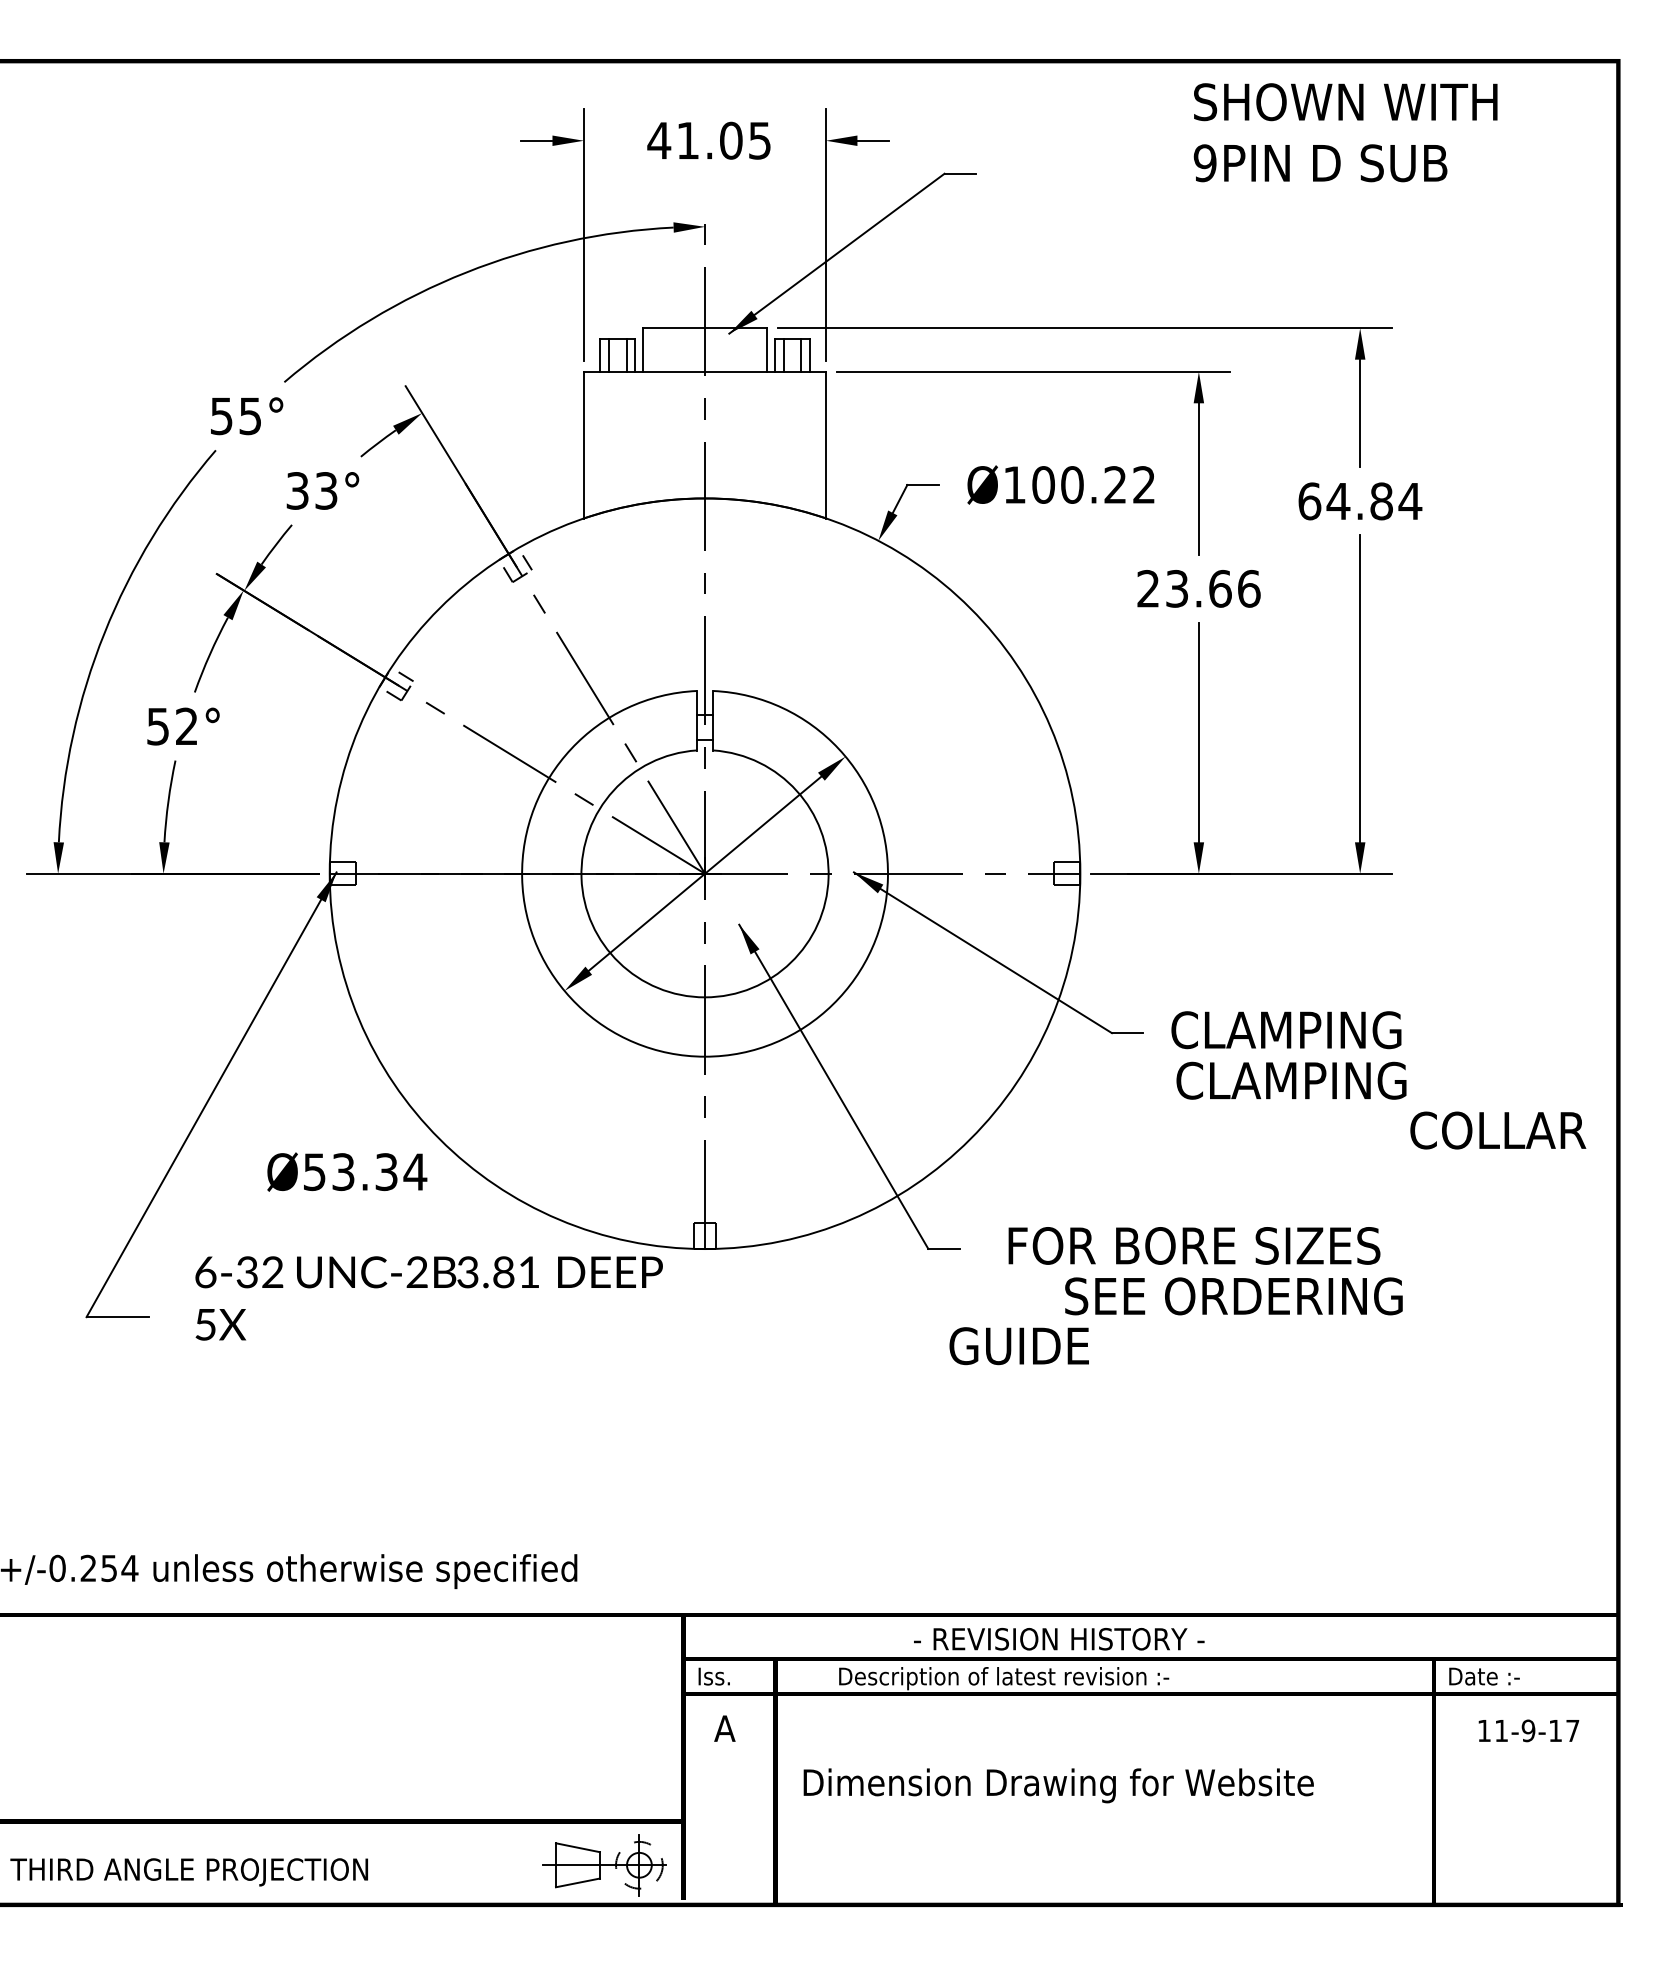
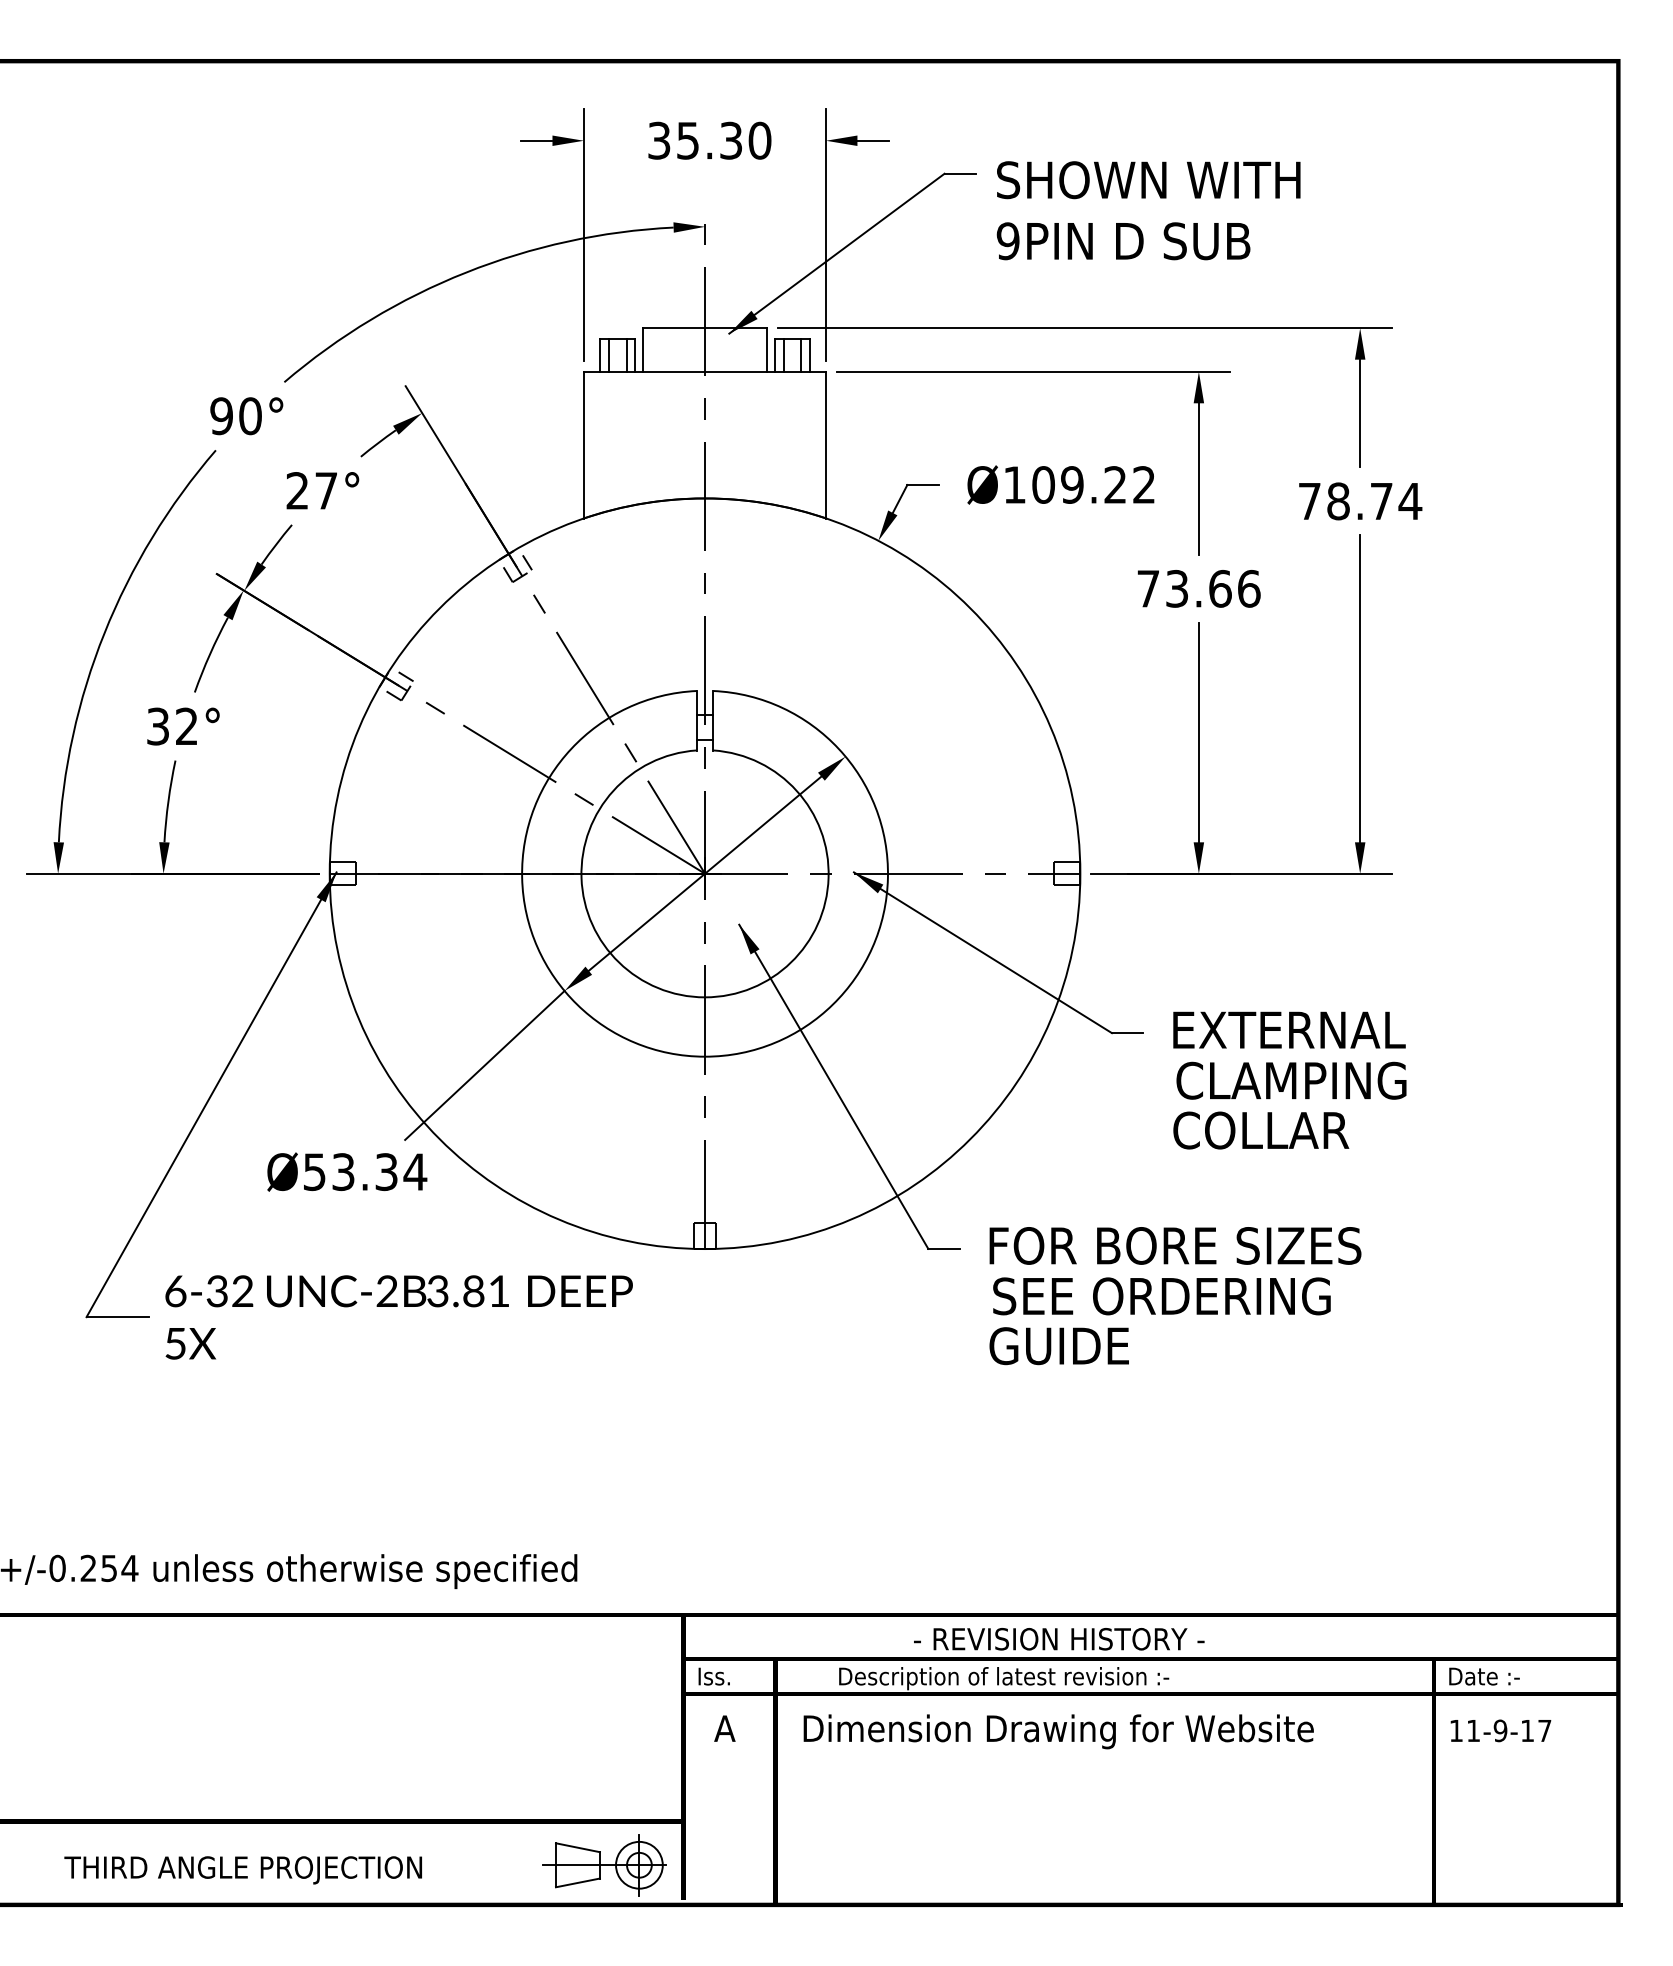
text at (1345, 132) position: (1345, 132) -> (1148, 210)
text at (709, 140): 41.05 -> 35.30
text at (235, 416): 55° -> 90°
text at (1072, 484): Ø100.22 -> Ø109.22
text at (311, 490): 33° -> 27°
text at (1345, 501): 64.84 -> 78.74
text at (1147, 588): 23.66 -> 73.66
text at (157, 725): 52° -> 32°
text at (1288, 1030): CLAMPING -> EXTERNAL
line at (484, 1064): none -> present
text at (1498, 1130) position: (1498, 1130) -> (1261, 1130)
text at (1194, 1245) position: (1194, 1245) -> (1175, 1245)
text at (1233, 1296) position: (1233, 1296) -> (1161, 1296)
text at (428, 1298) position: (428, 1298) -> (398, 1317)
text at (1018, 1346) position: (1018, 1346) -> (1058, 1346)
text at (1528, 1730) position: (1528, 1730) -> (1500, 1730)
text at (1058, 1785) position: (1058, 1785) -> (1058, 1731)
circle at (639, 1864): dashed -> solid
text at (188, 1872) position: (188, 1872) -> (242, 1870)
